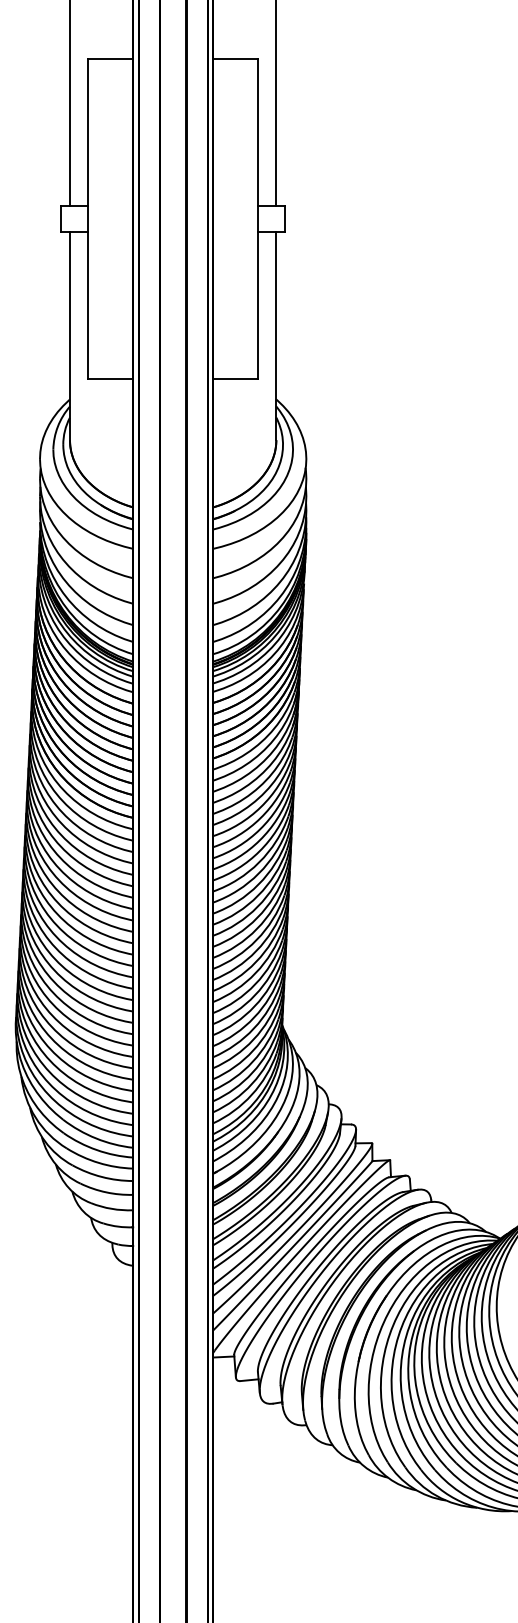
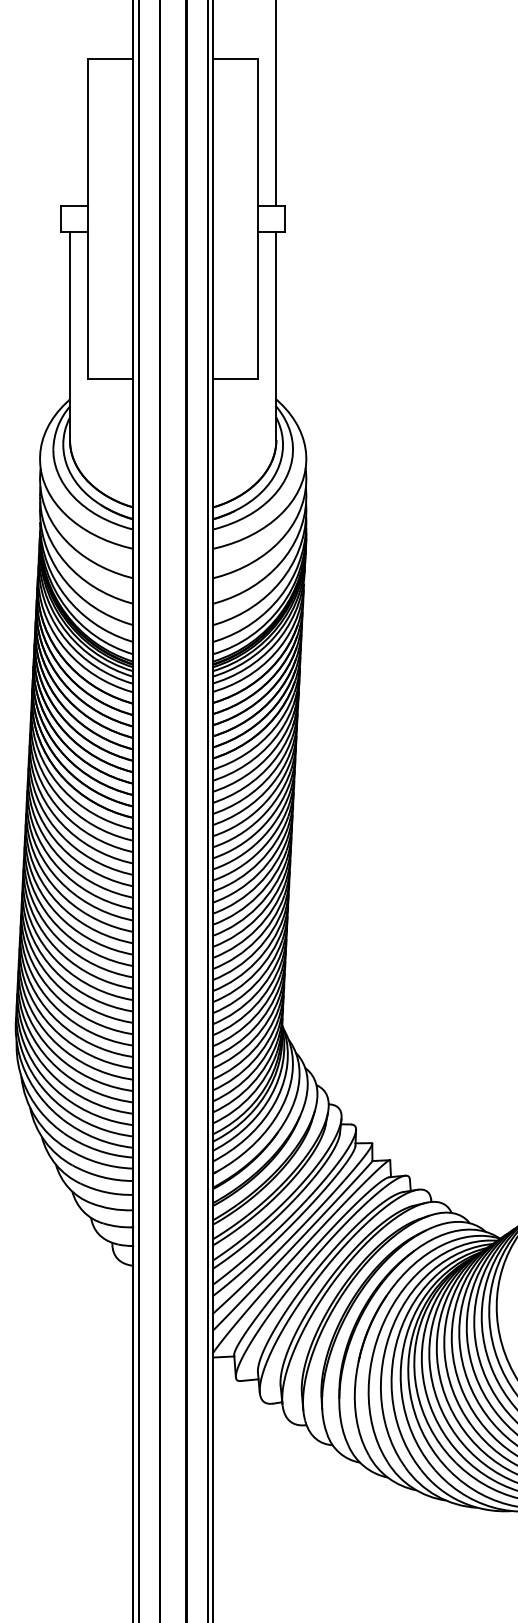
line at (69, 103): present -> none
